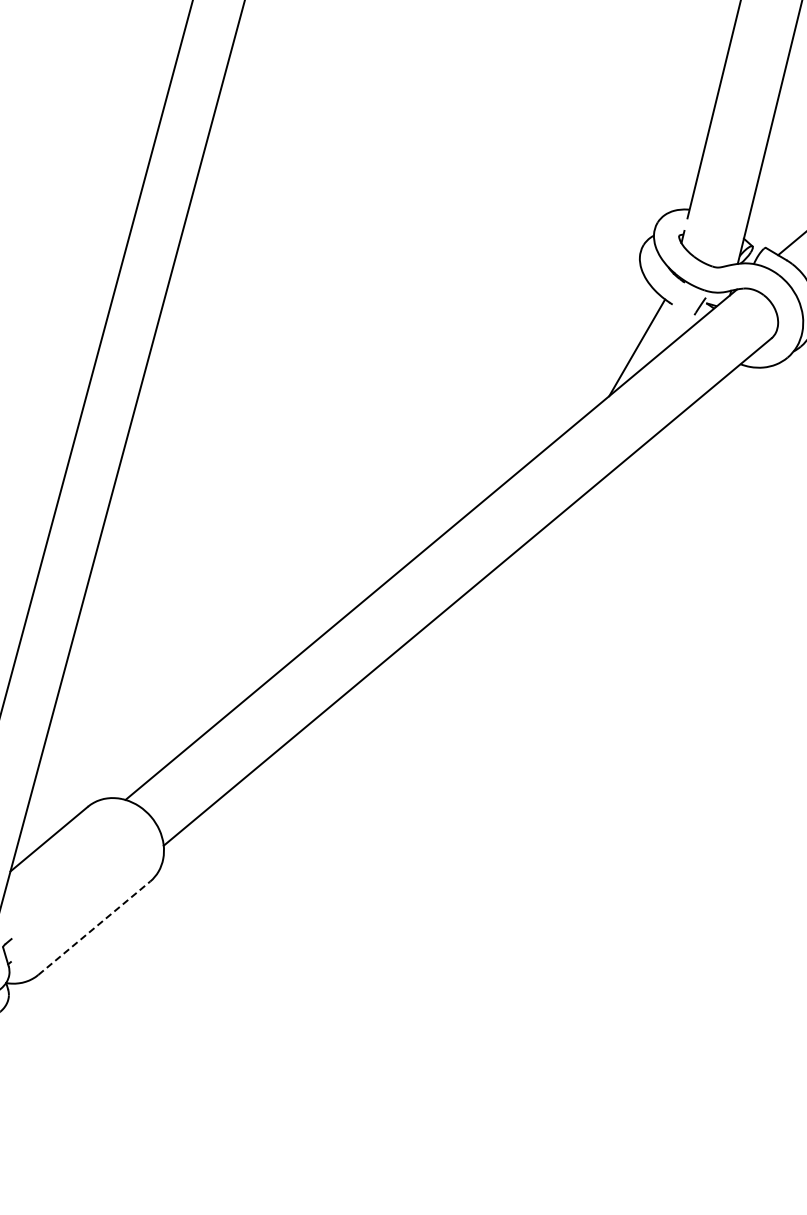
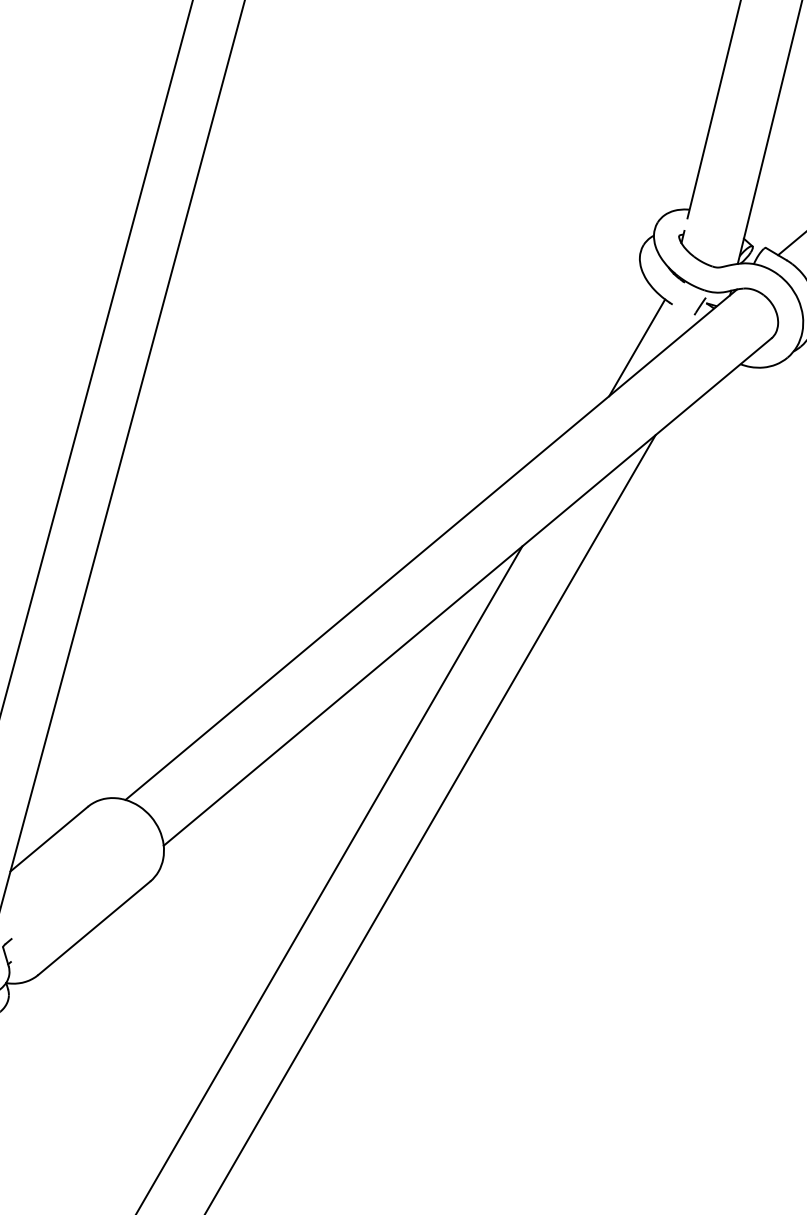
line at (430, 823): none -> present
line at (329, 878): none -> present
line at (94, 928): dashed -> solid
